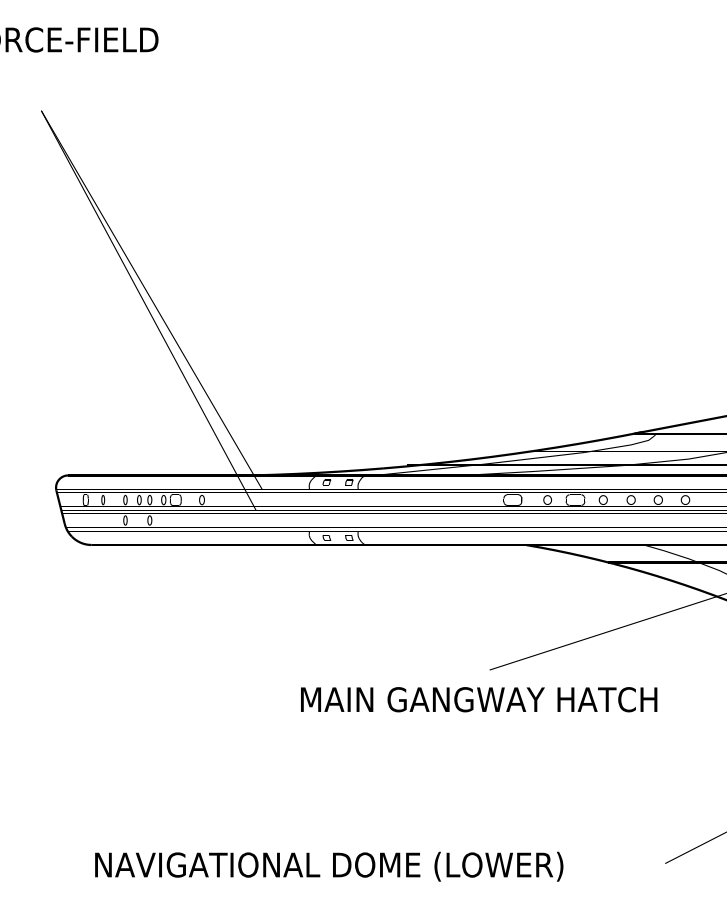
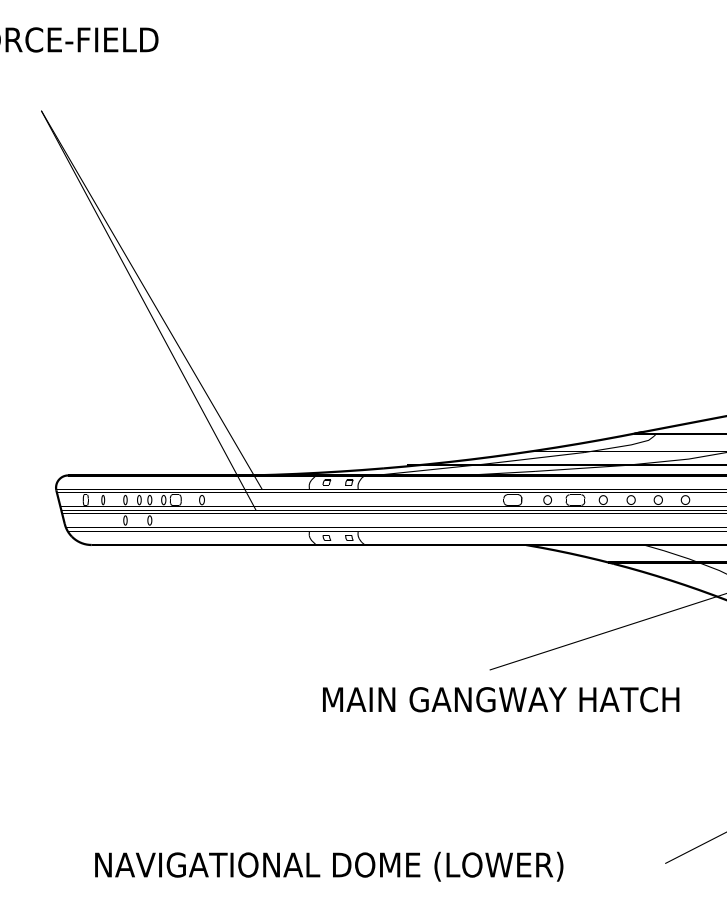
text at (479, 699) position: (479, 699) -> (501, 699)
